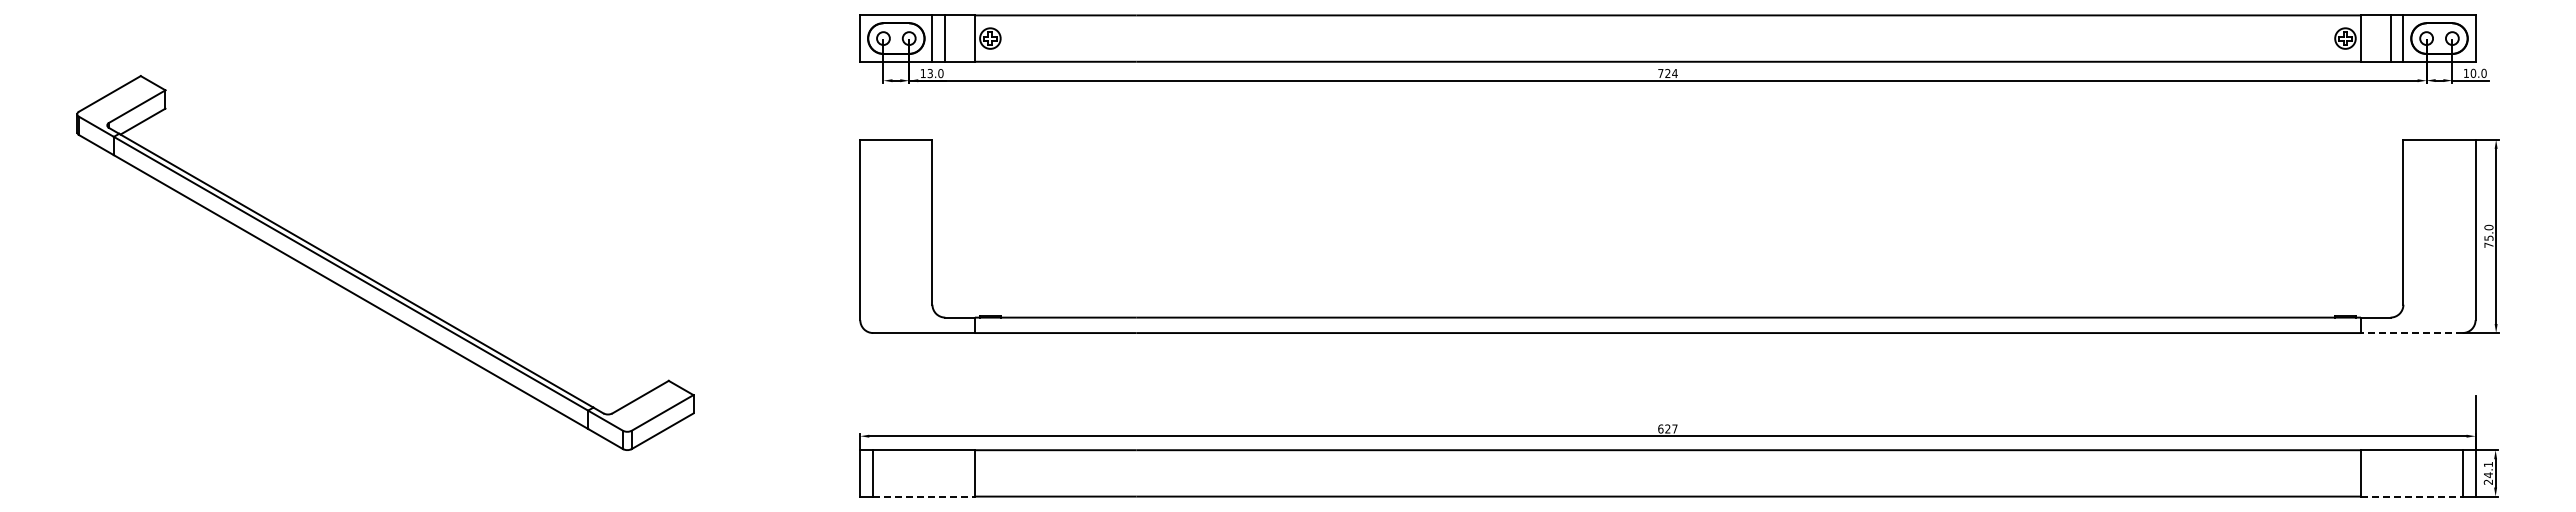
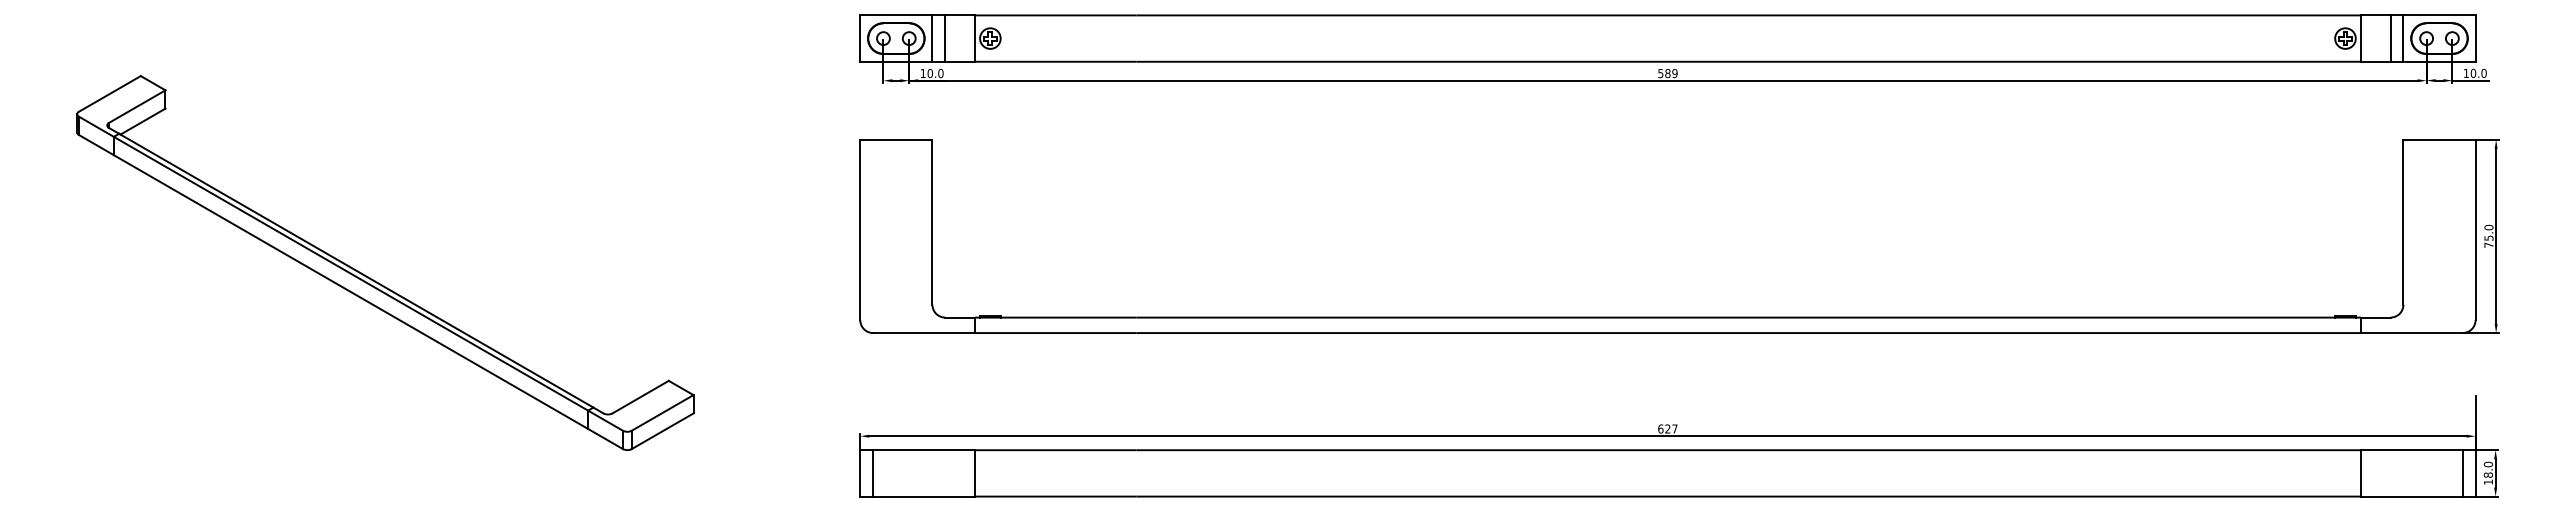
text at (930, 73): 13.0 -> 10.0
text at (1667, 73): 724 -> 589
line at (2411, 333): dashed -> solid
text at (2488, 472): 24.1 -> 18.0
line at (924, 496): dashed -> solid
line at (2411, 496): dashed -> solid
